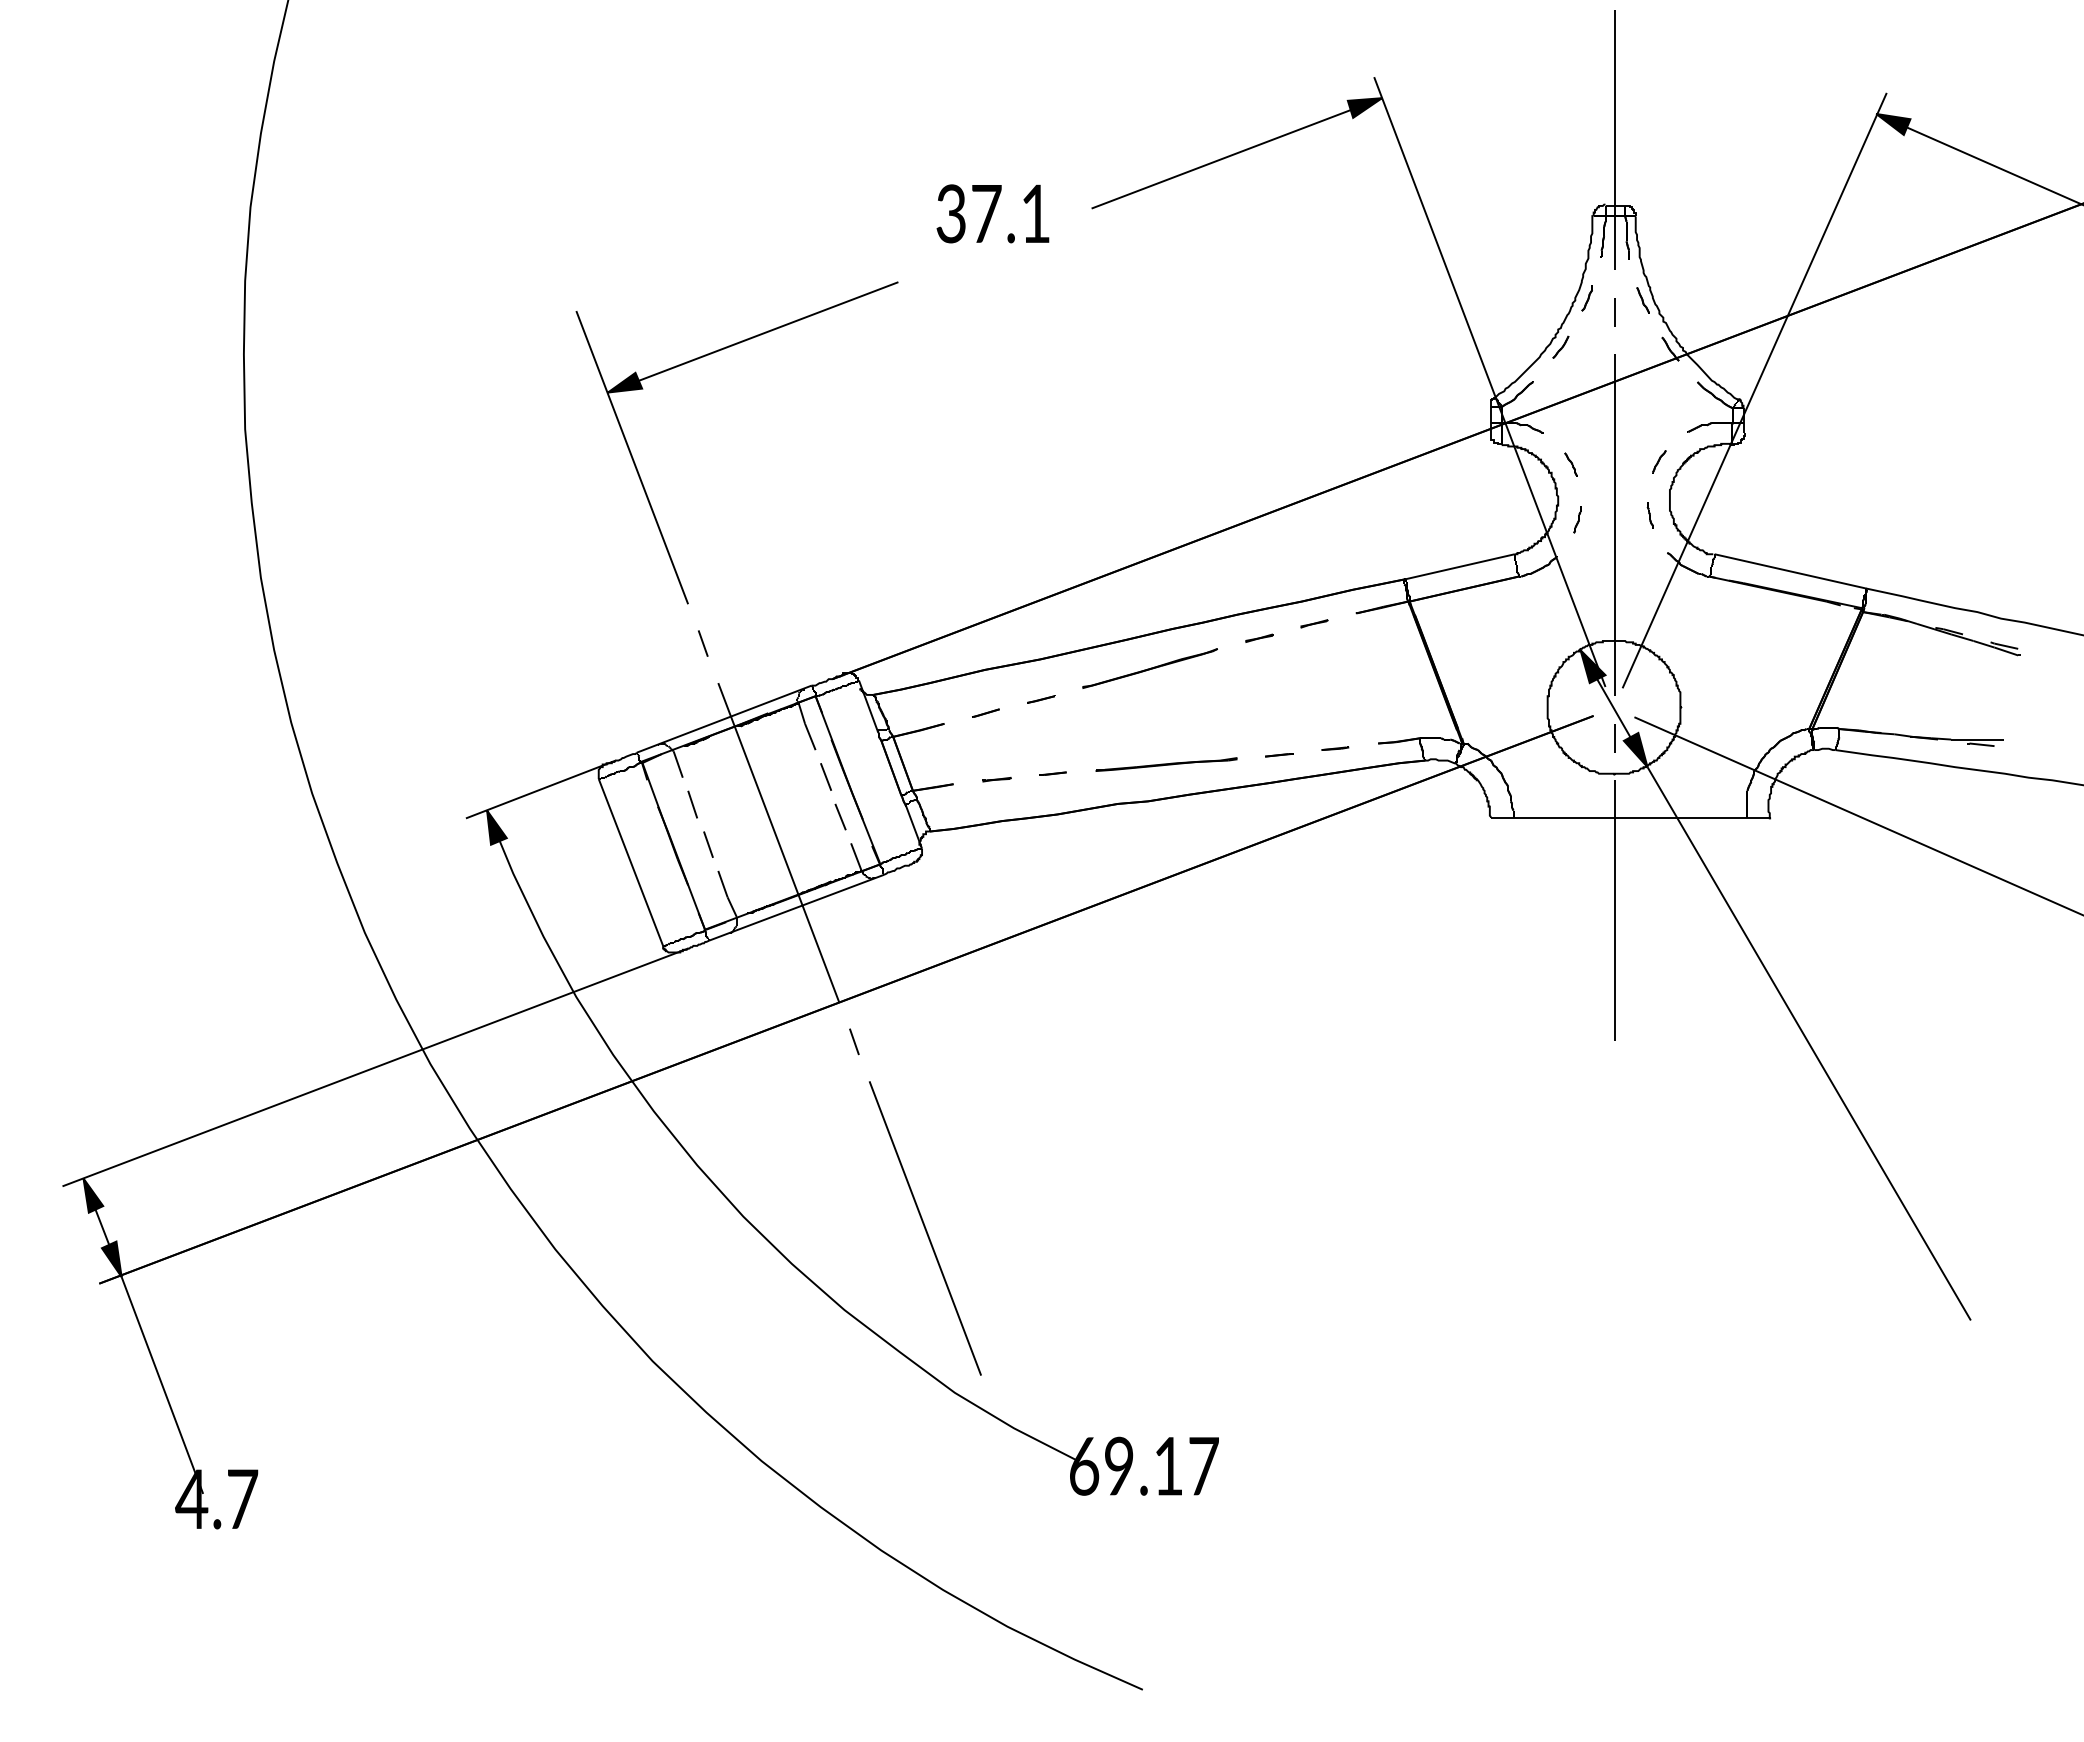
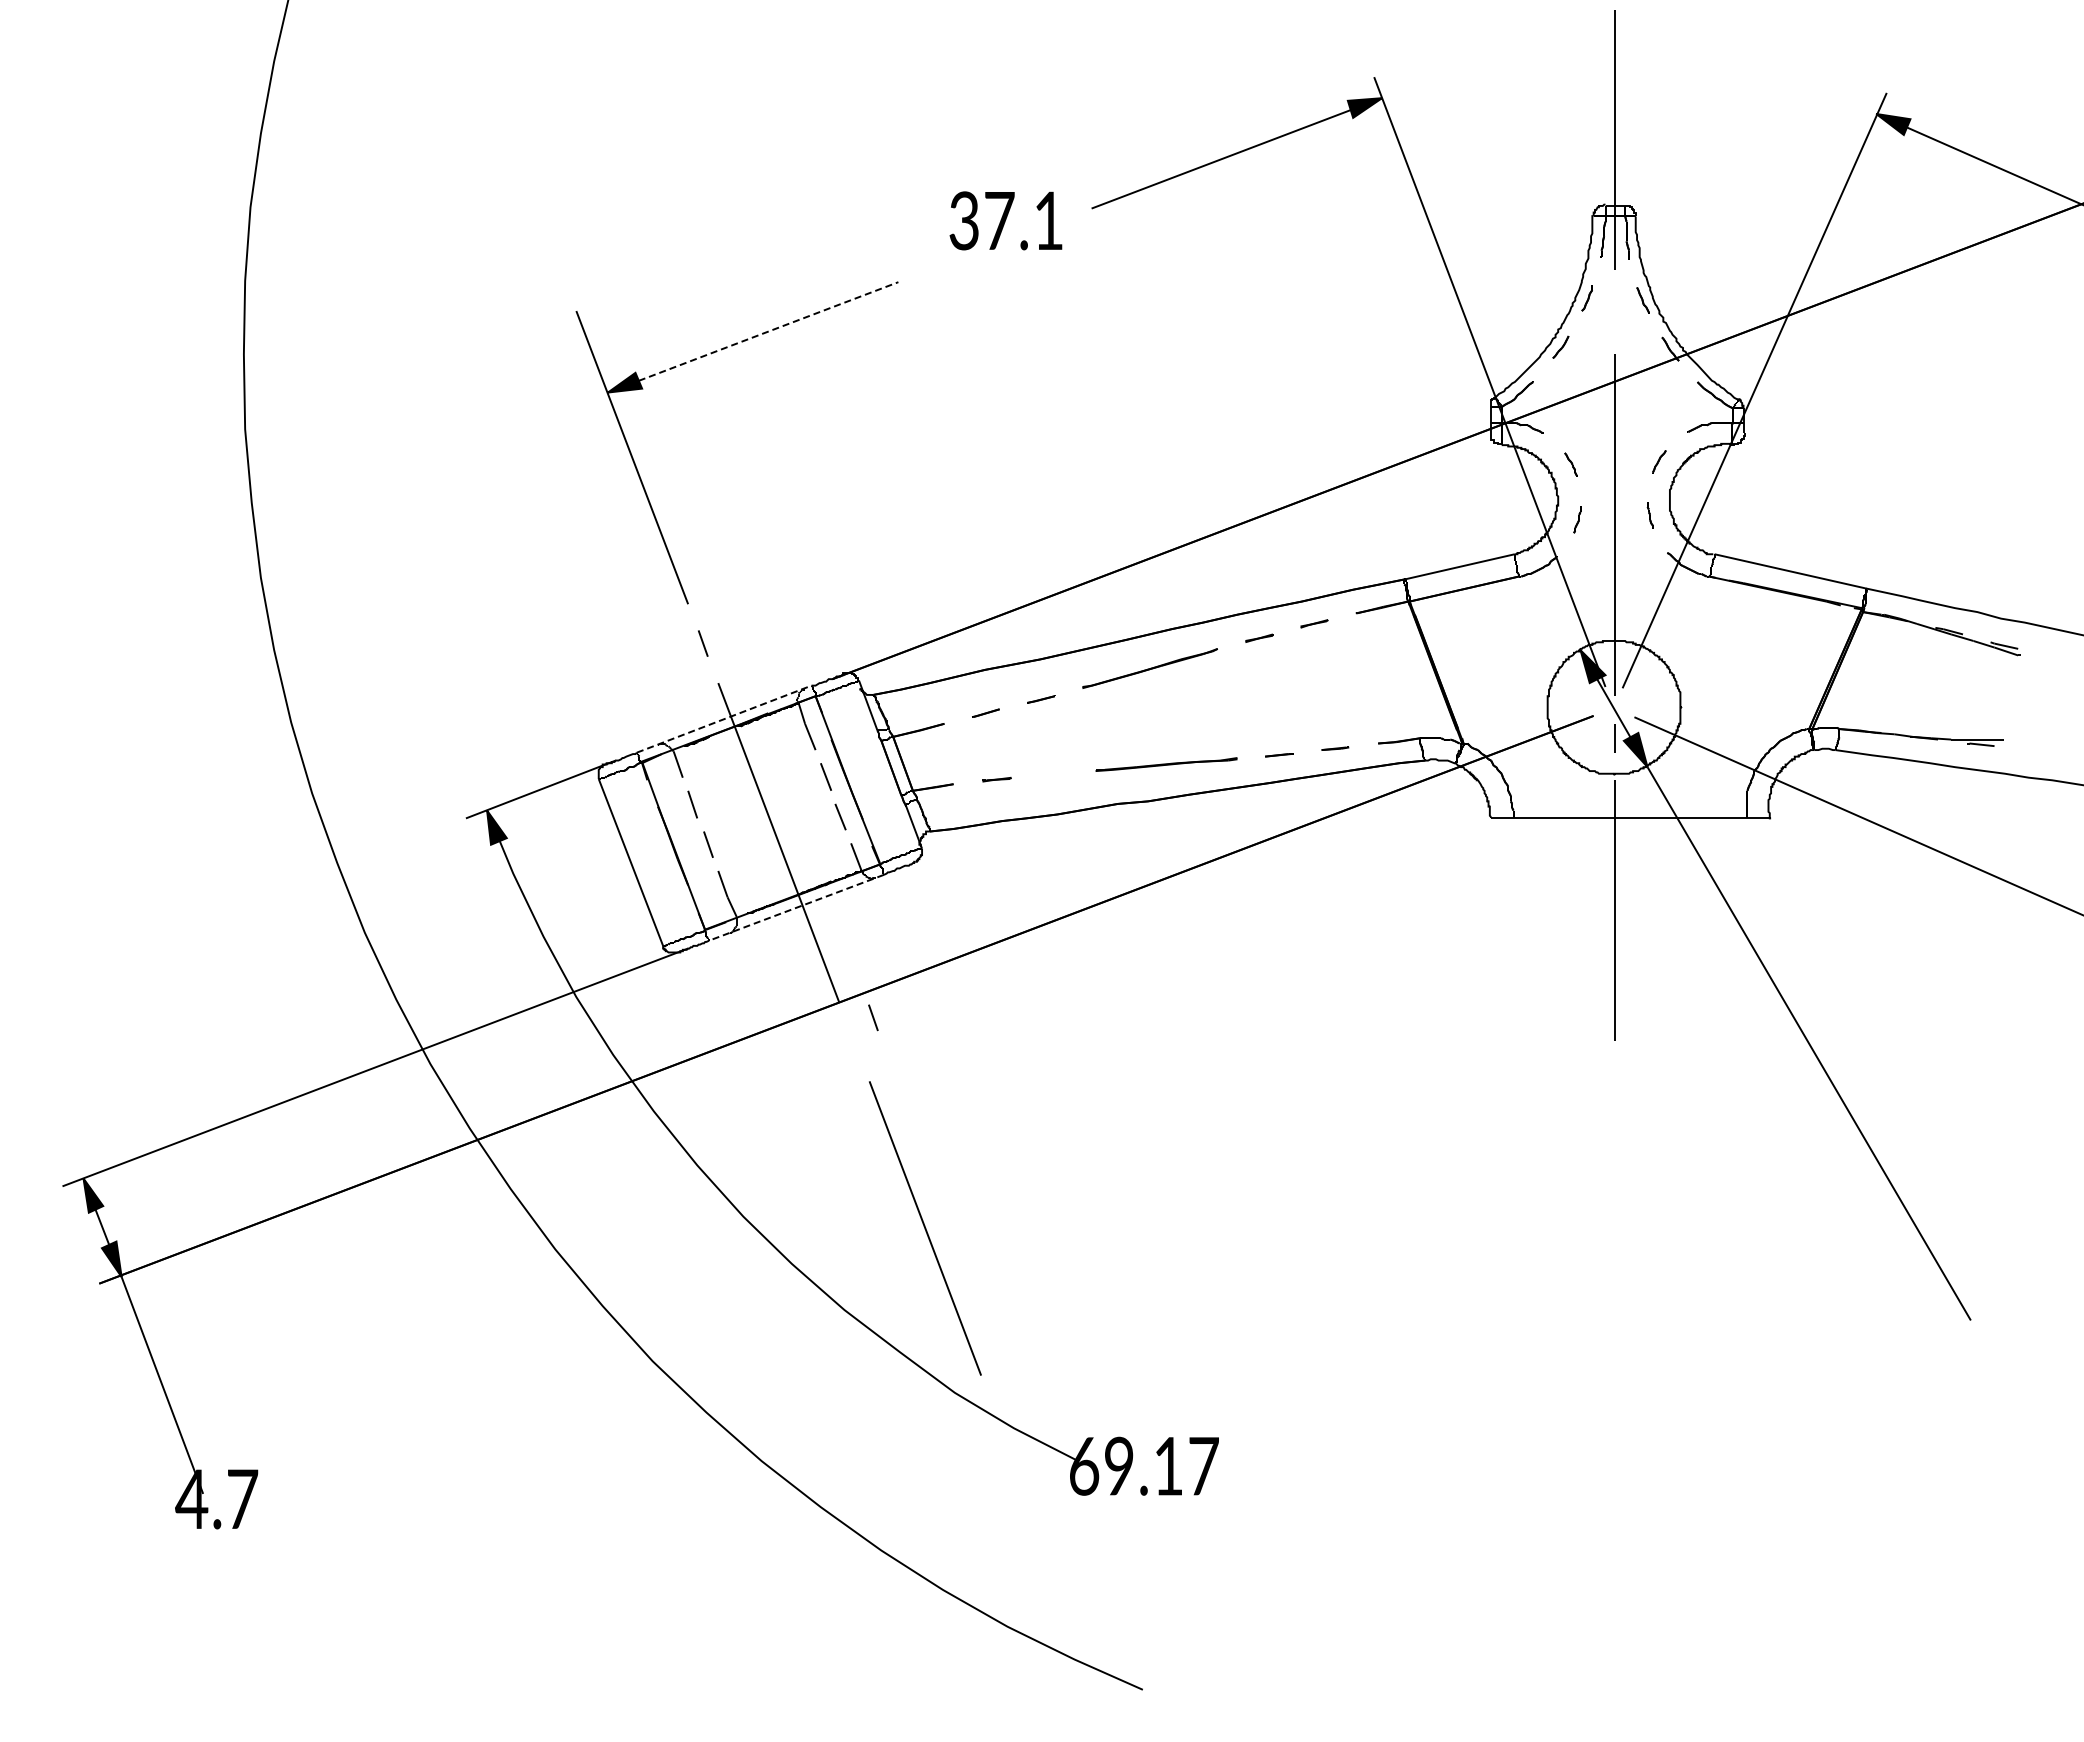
text at (992, 213) position: (992, 213) -> (1005, 220)
line at (1614, 312): present -> none
line at (753, 337): solid -> dashed
line at (724, 719): solid -> dashed
line at (1052, 773): present -> none
line at (796, 907): solid -> dashed
line at (854, 1041) position: (854, 1041) -> (873, 1017)
